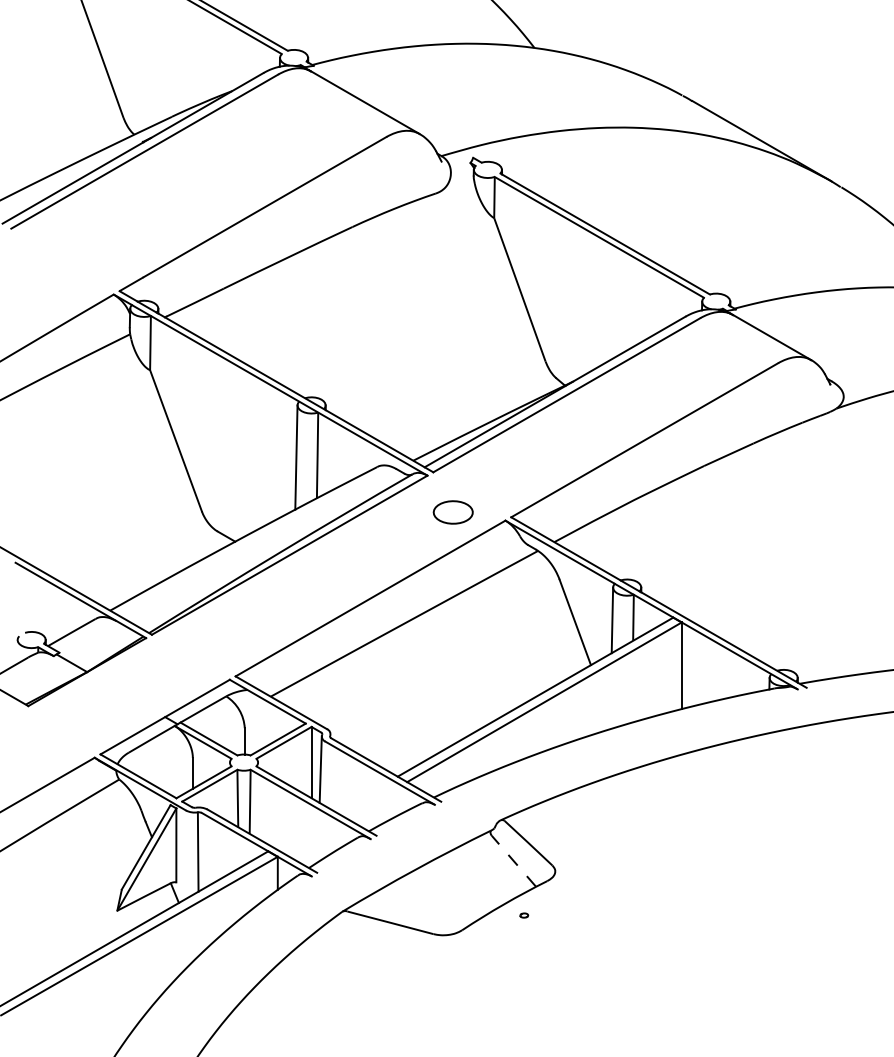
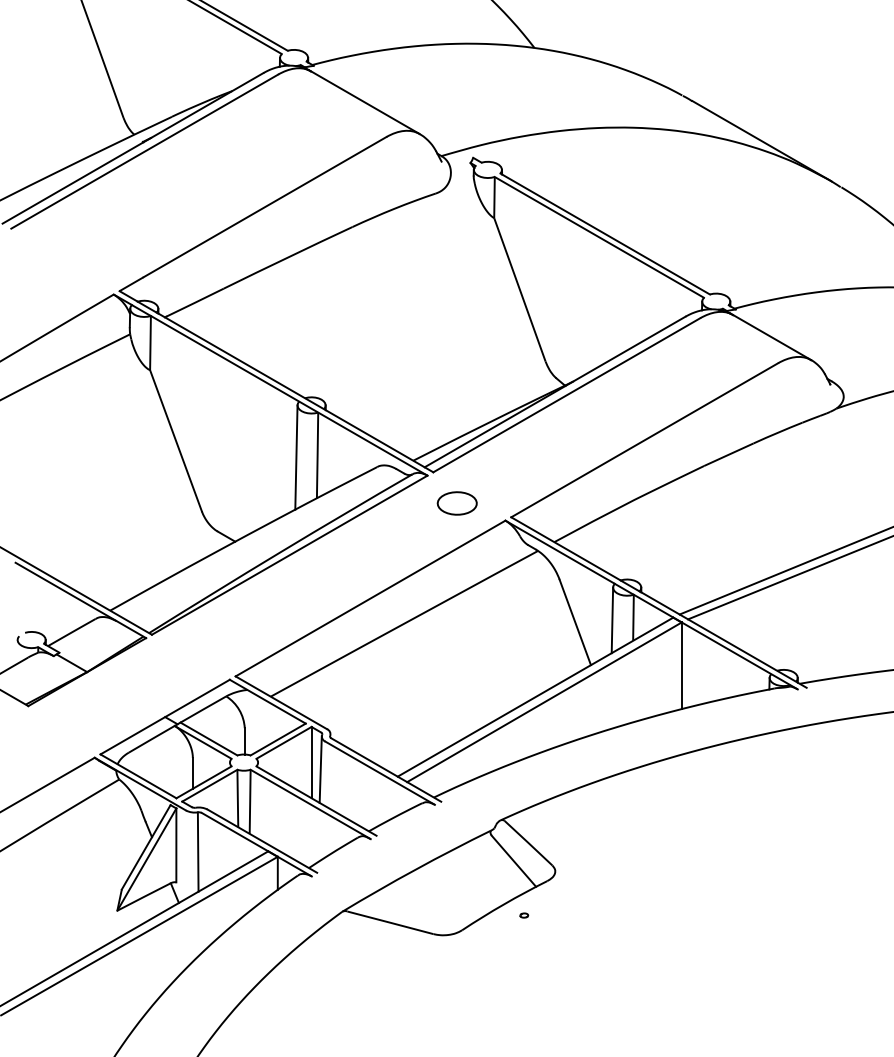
part at (452, 512) position: (452, 512) -> (456, 503)
line at (784, 571): none -> present
line at (789, 578): none -> present
line at (513, 861): dashed -> solid
